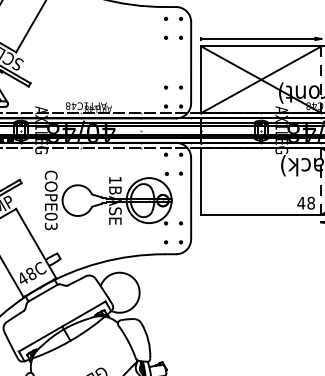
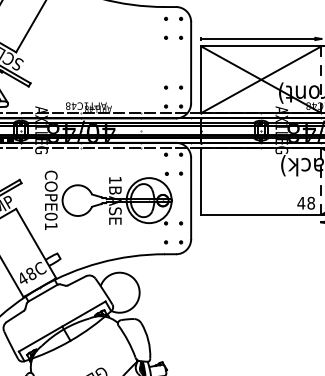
text at (50, 226): COPE03 -> COPE01
